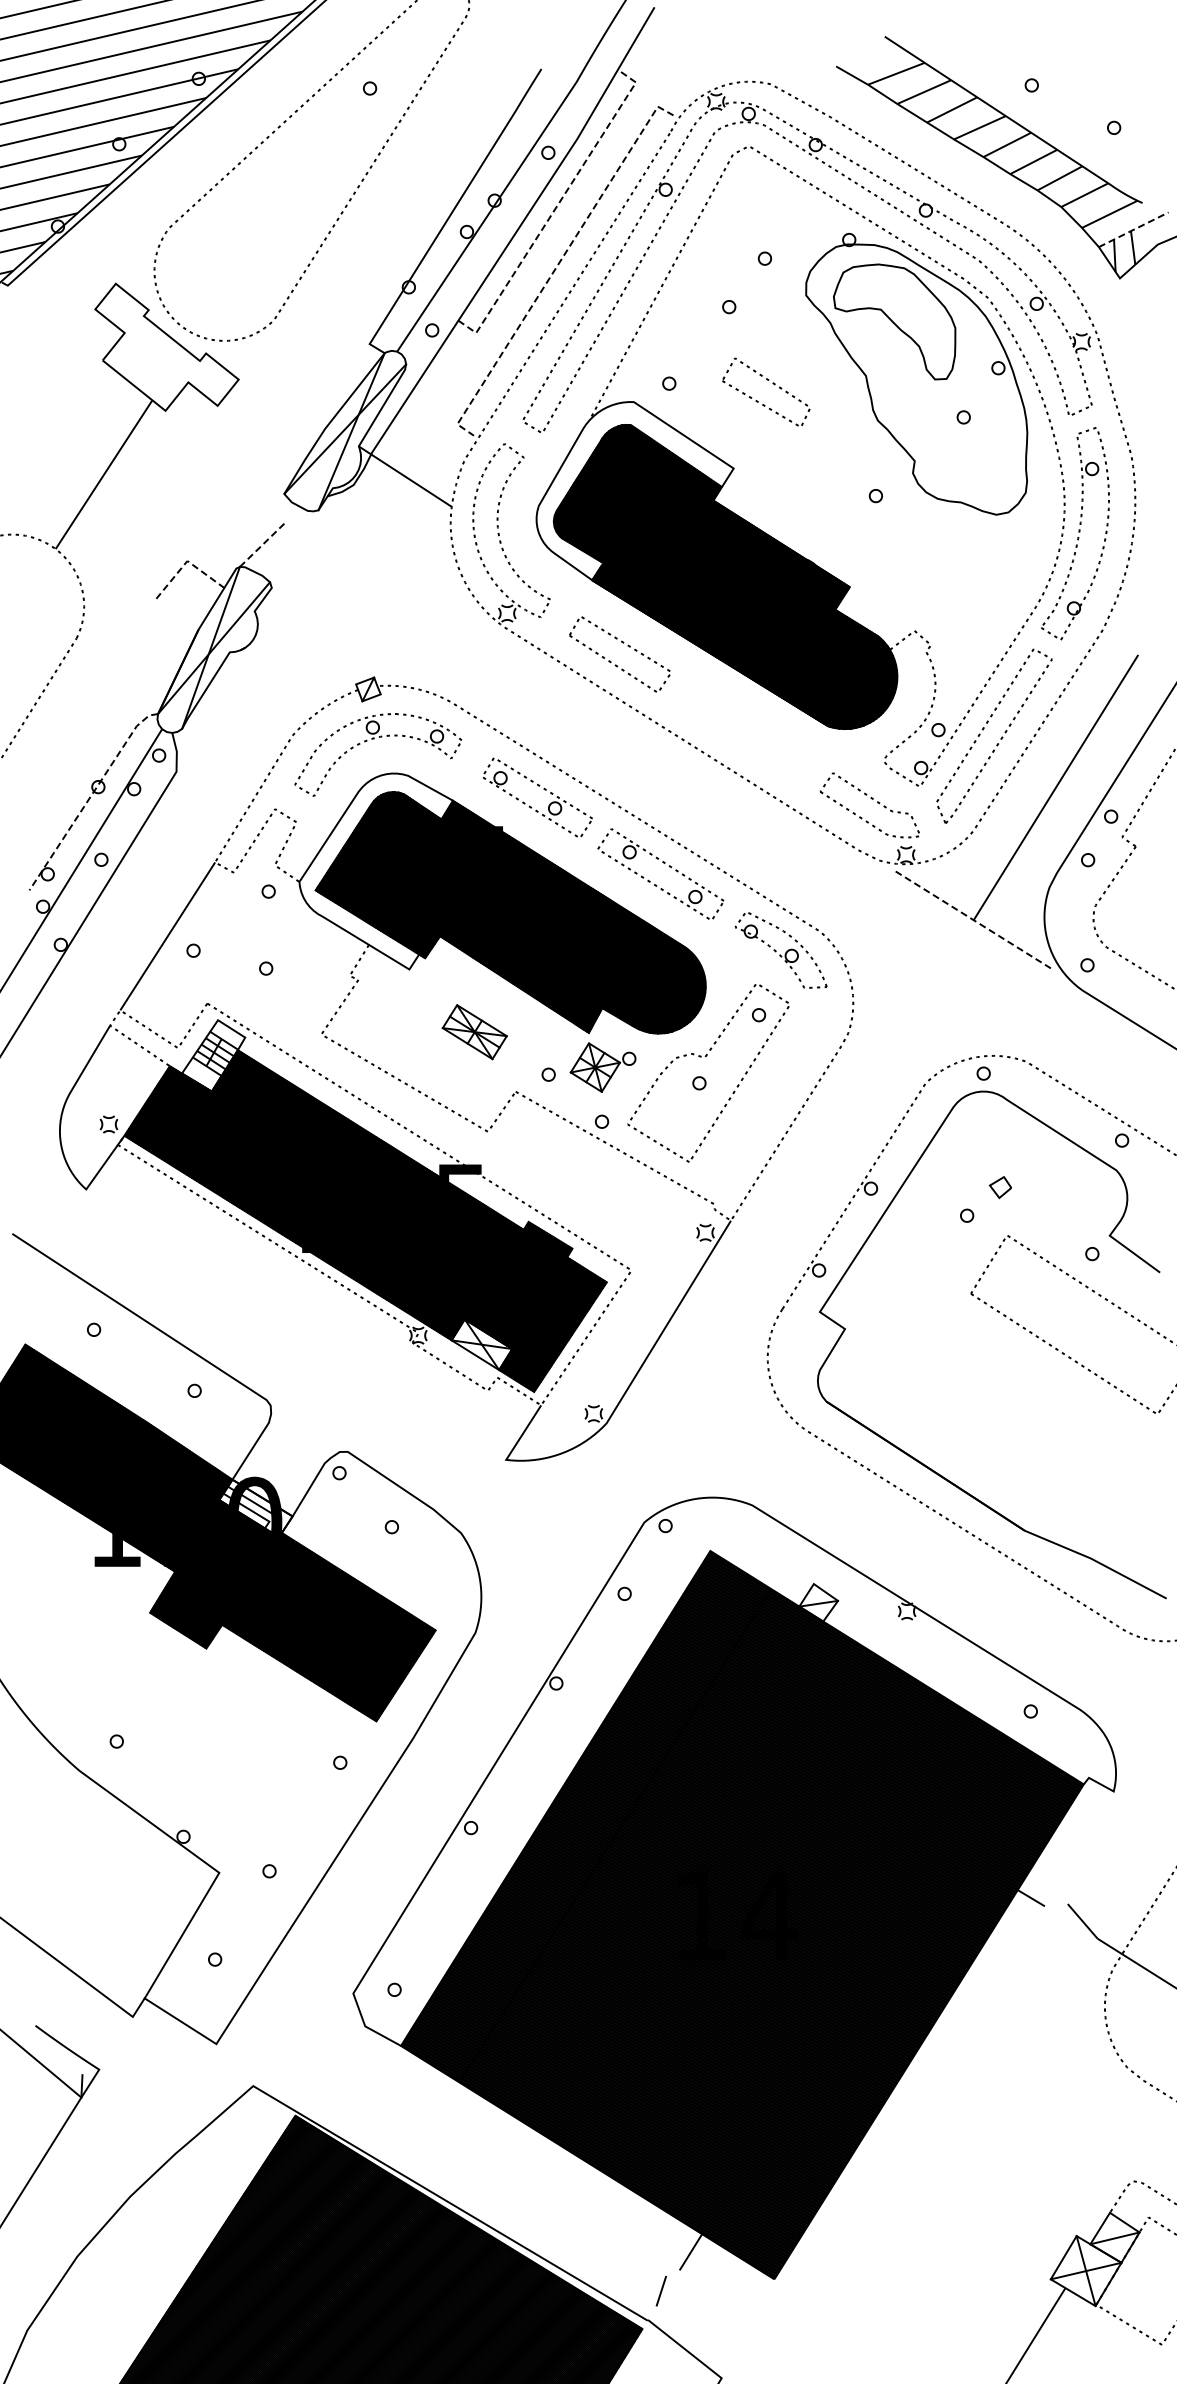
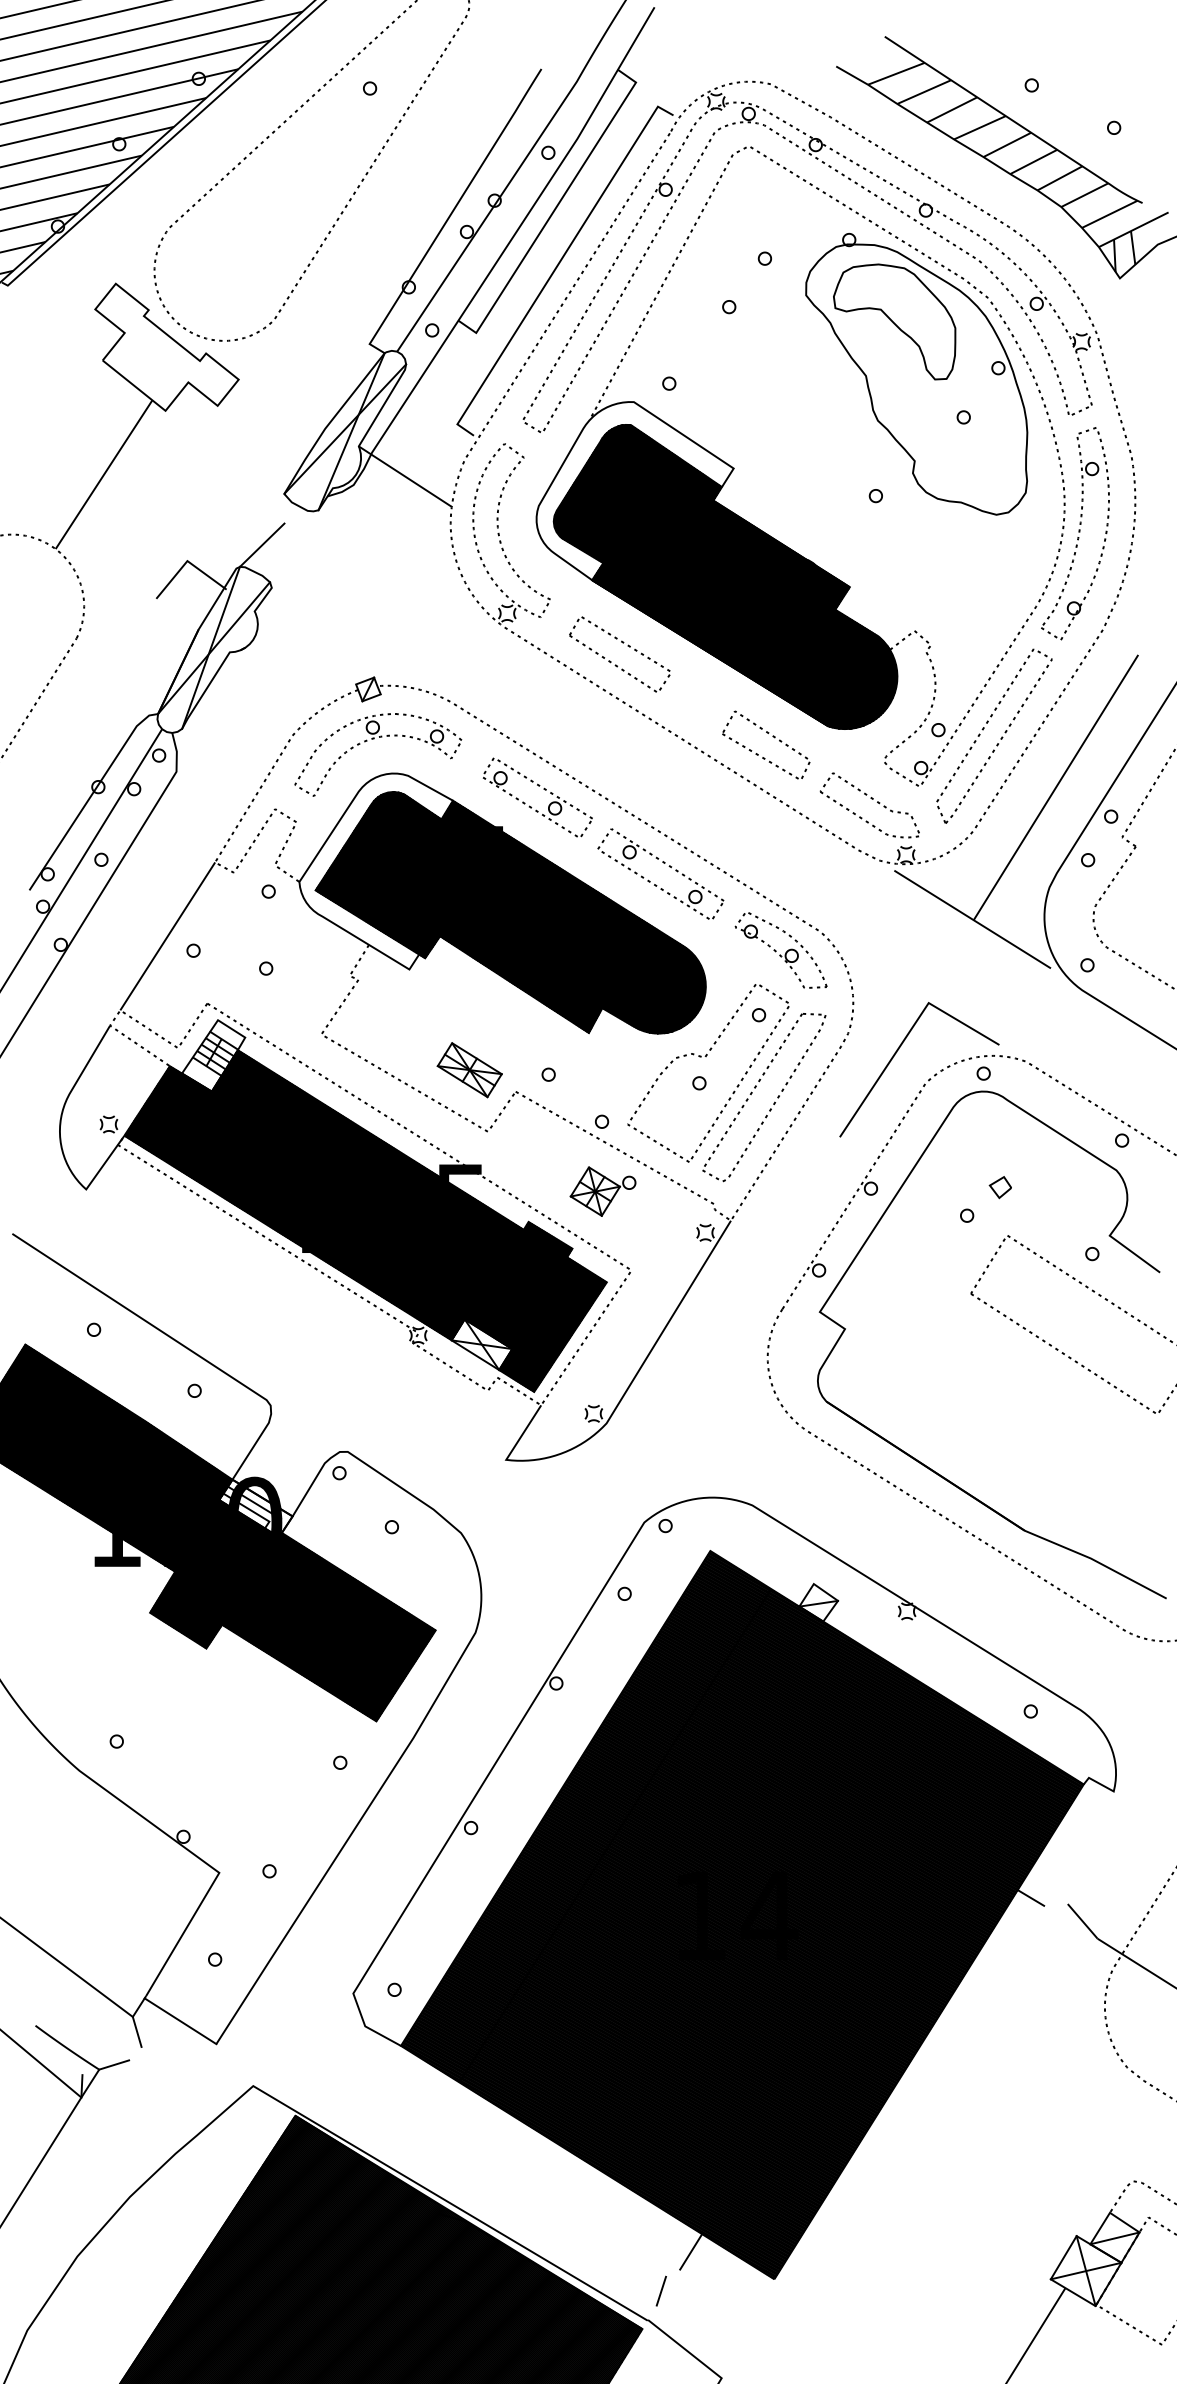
line at (556, 206): dashed -> solid
line at (1133, 229): dashed -> solid
line at (556, 267): dashed -> solid
part at (773, 384) position: (773, 384) -> (773, 737)
line at (262, 544): dashed -> solid
line at (187, 561): dashed -> solid
line at (91, 796): dashed -> solid
line at (972, 919): dashed -> solid
part at (474, 1032) position: (474, 1032) -> (469, 1070)
line at (895, 1055): none -> present
part at (602, 1067) position: (602, 1067) -> (602, 1191)
part at (774, 1101): none -> present
line at (136, 2031): none -> present
line at (114, 2064): none -> present
